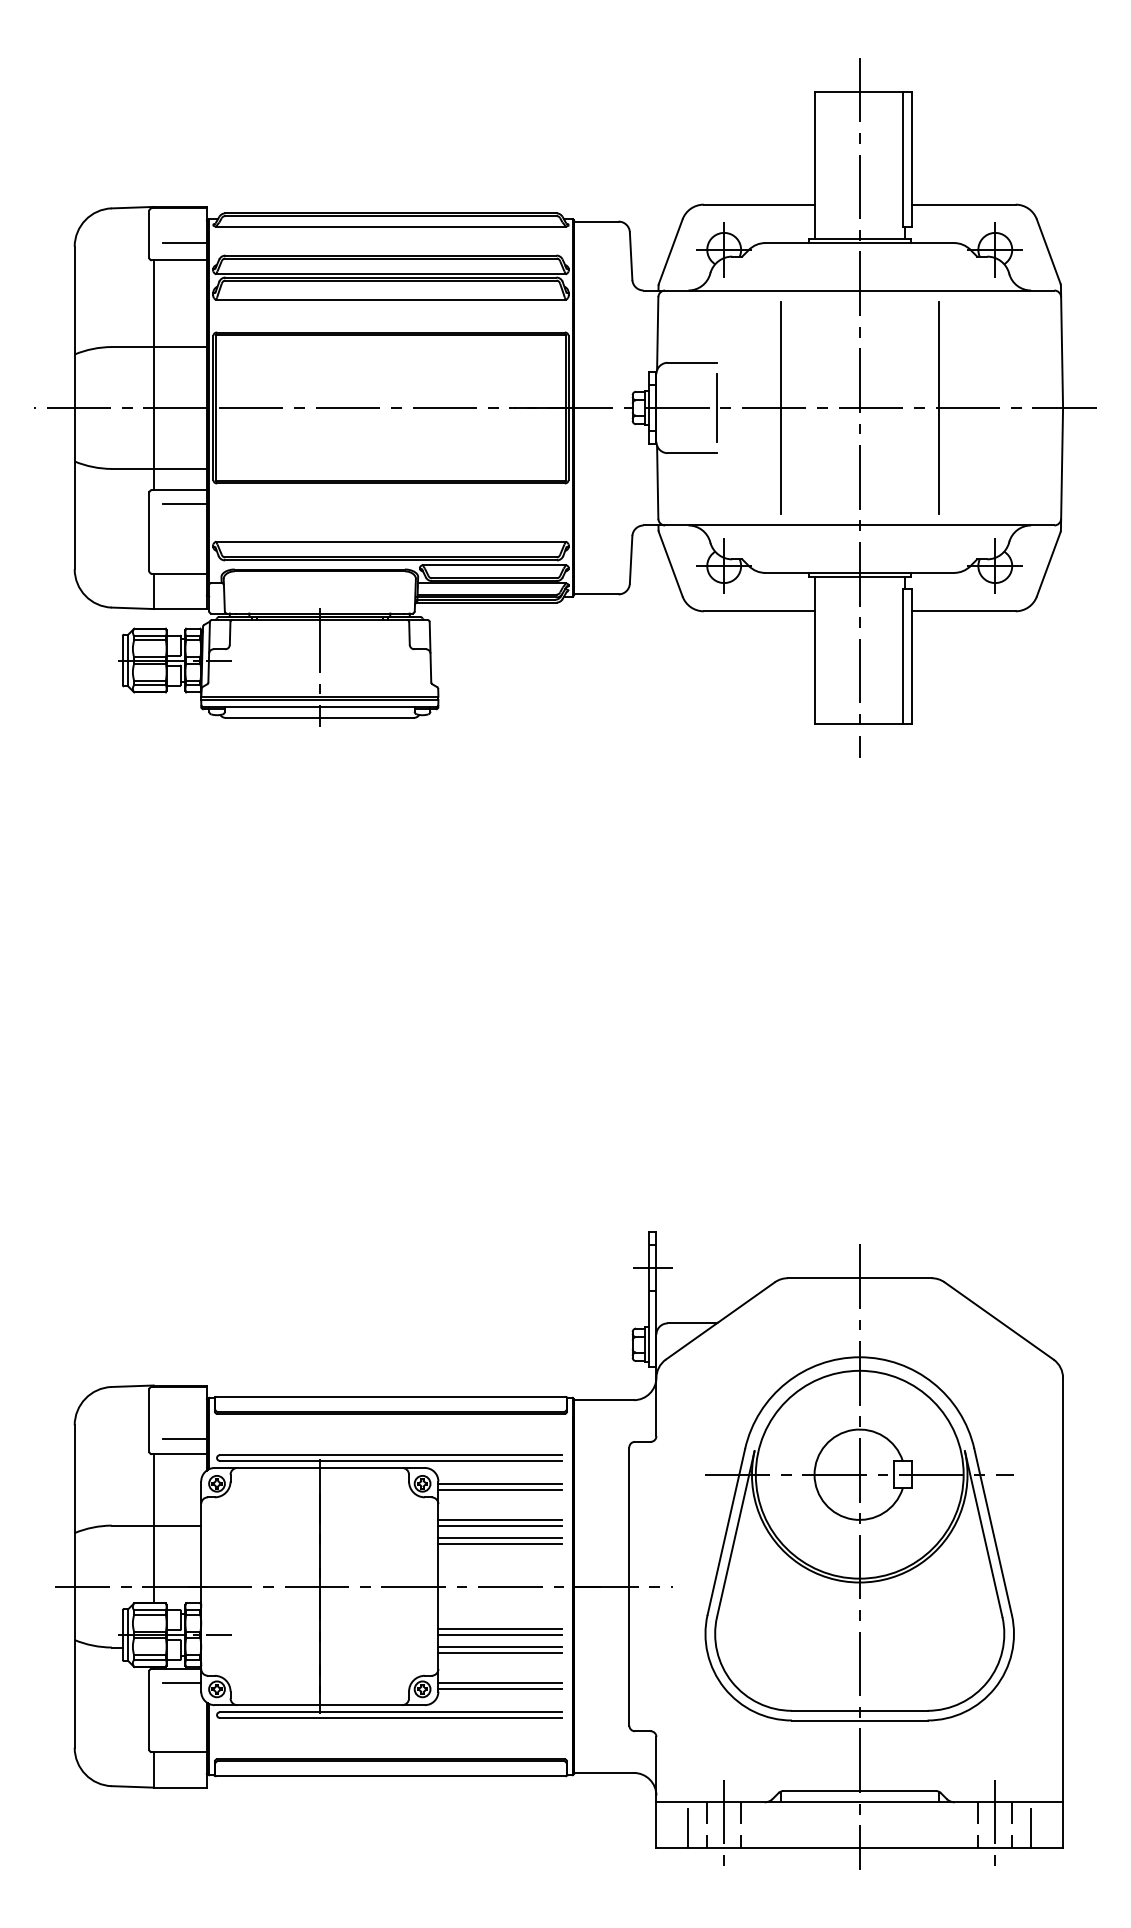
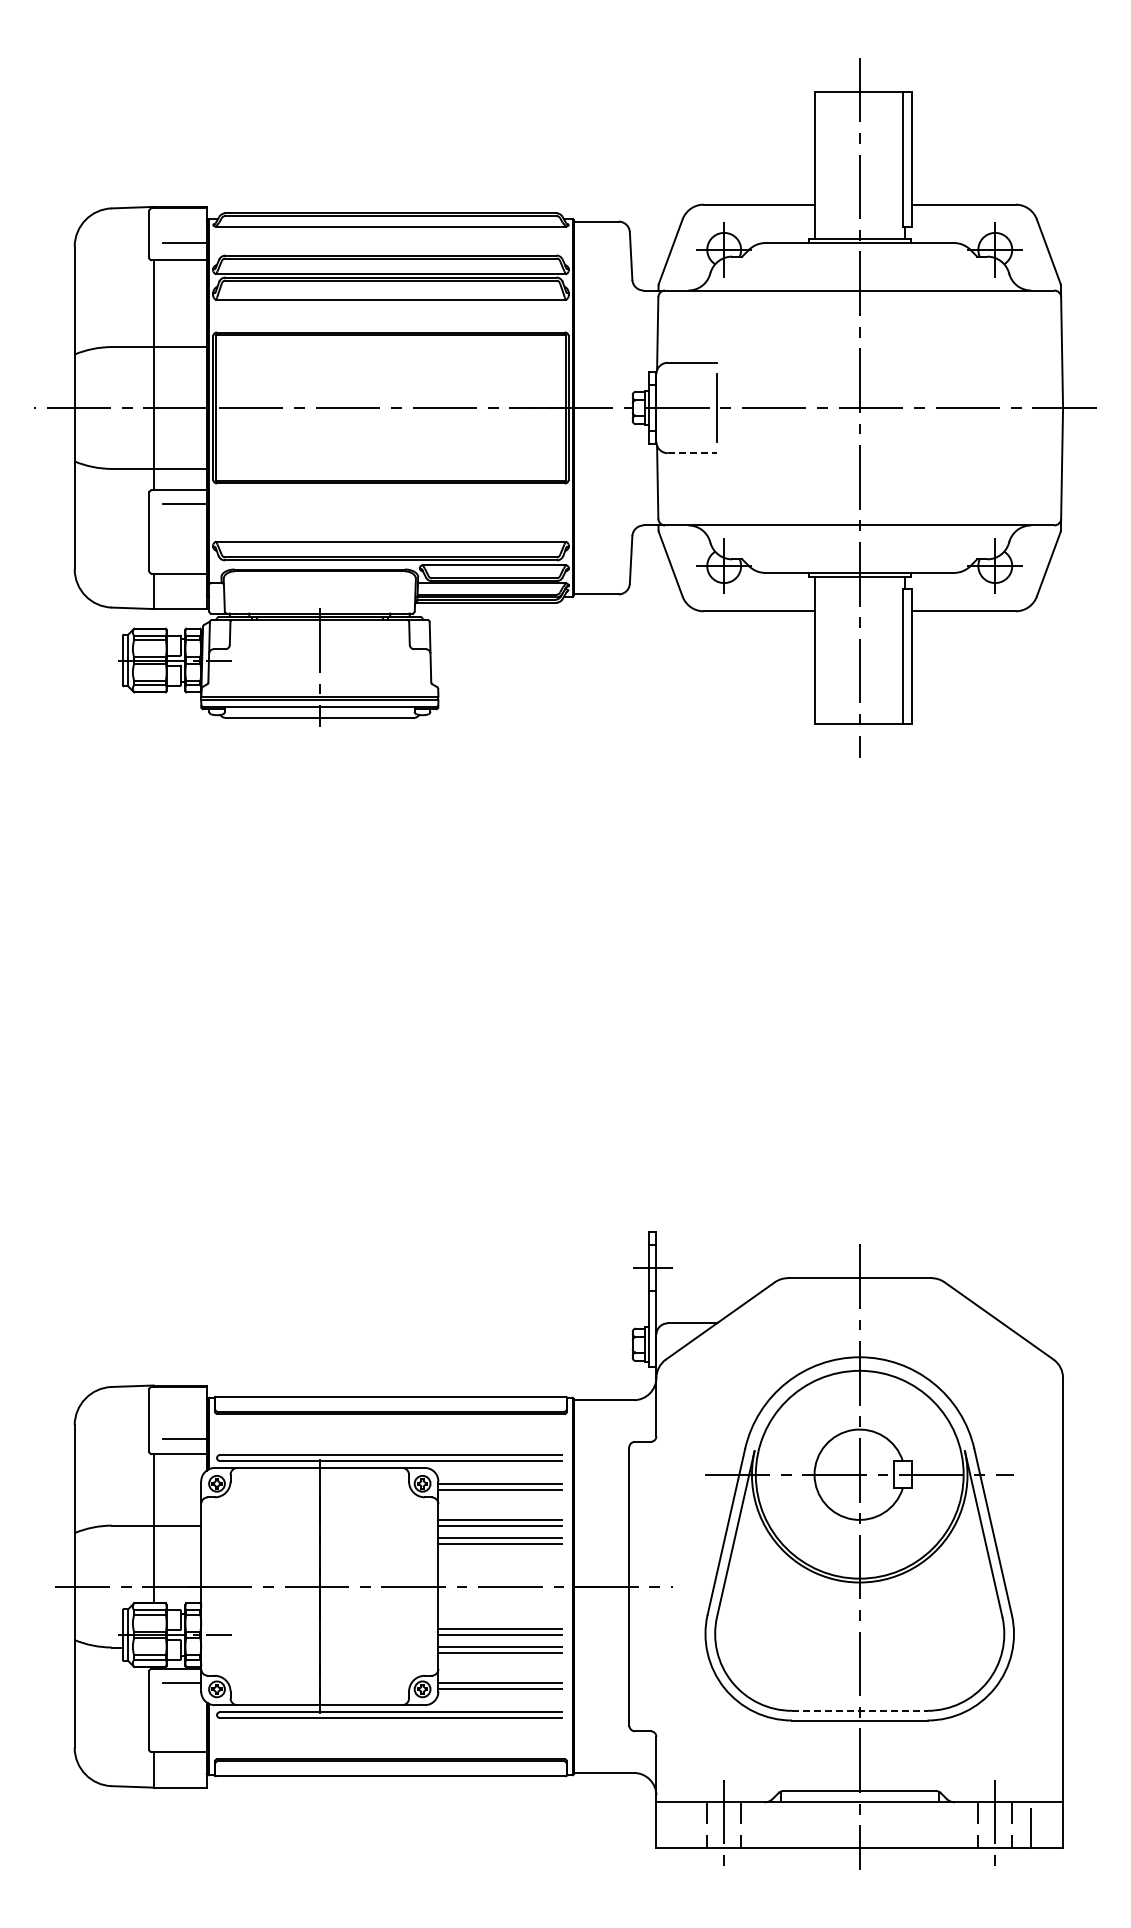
line at (780, 407): present -> none
line at (938, 407): present -> none
line at (692, 453): solid -> dashed
line at (859, 1710): solid -> dashed
line at (688, 1827): present -> none
